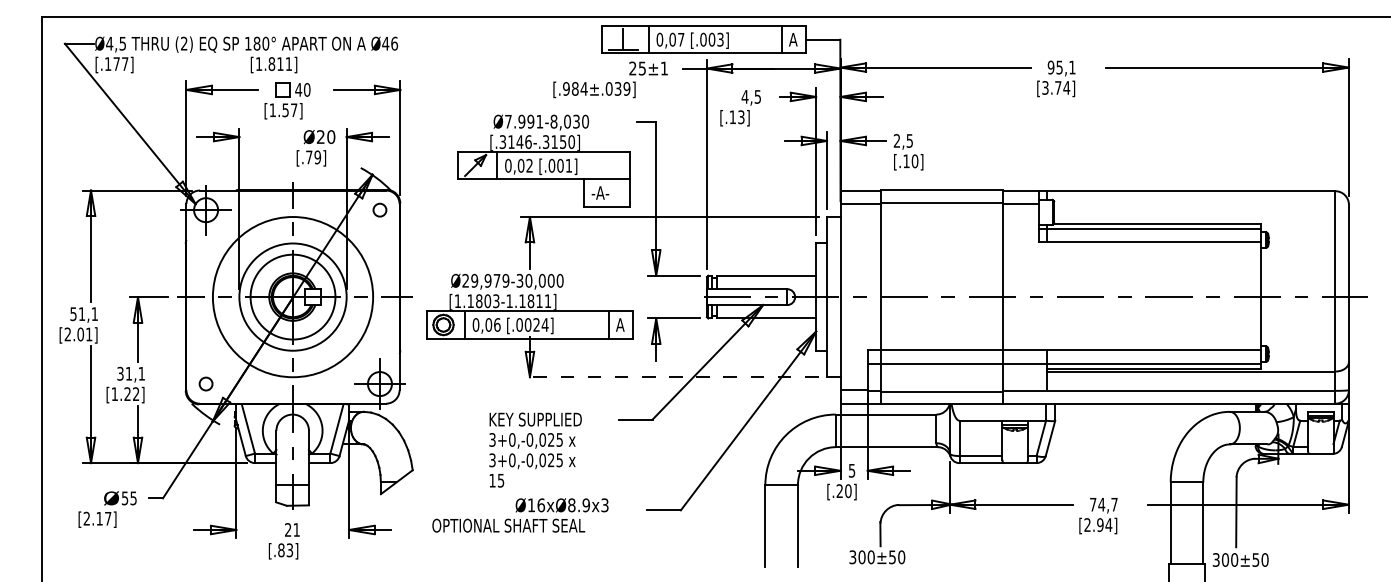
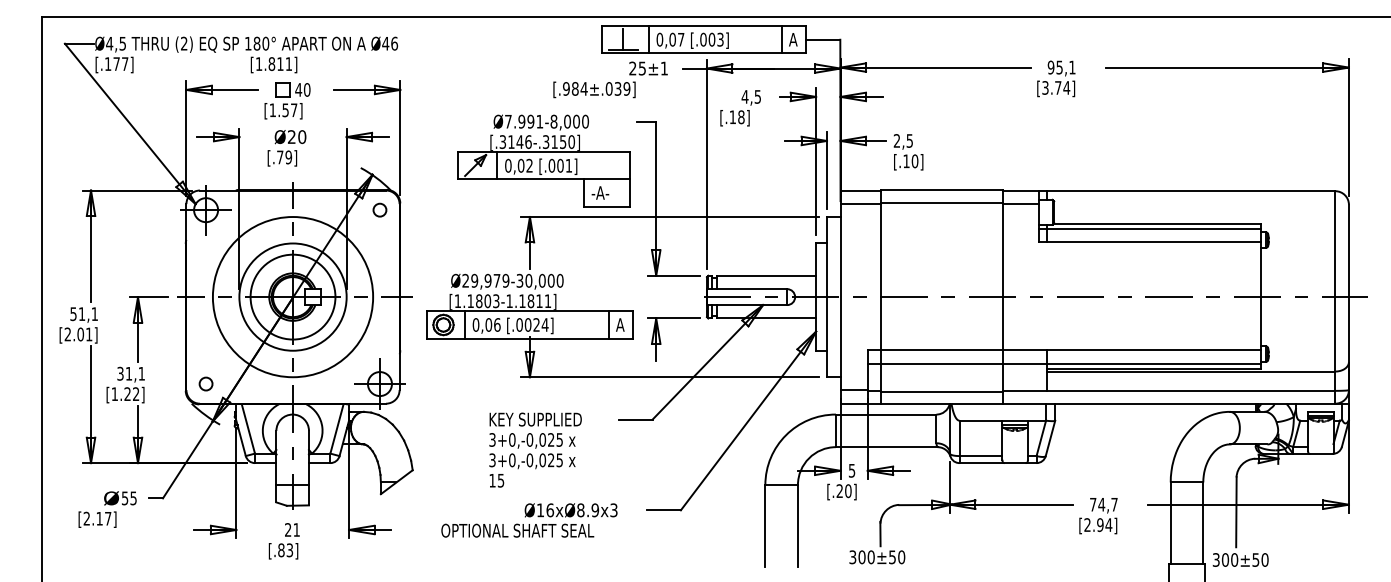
text at (741, 117): [.13] -> [.18]
text at (576, 121): Ø7.991-8,030 -> Ø7.991-8,000
text at (315, 148) position: (315, 148) -> (286, 148)
line at (669, 377): dashed -> solid
text at (520, 515) position: (520, 515) -> (529, 520)
